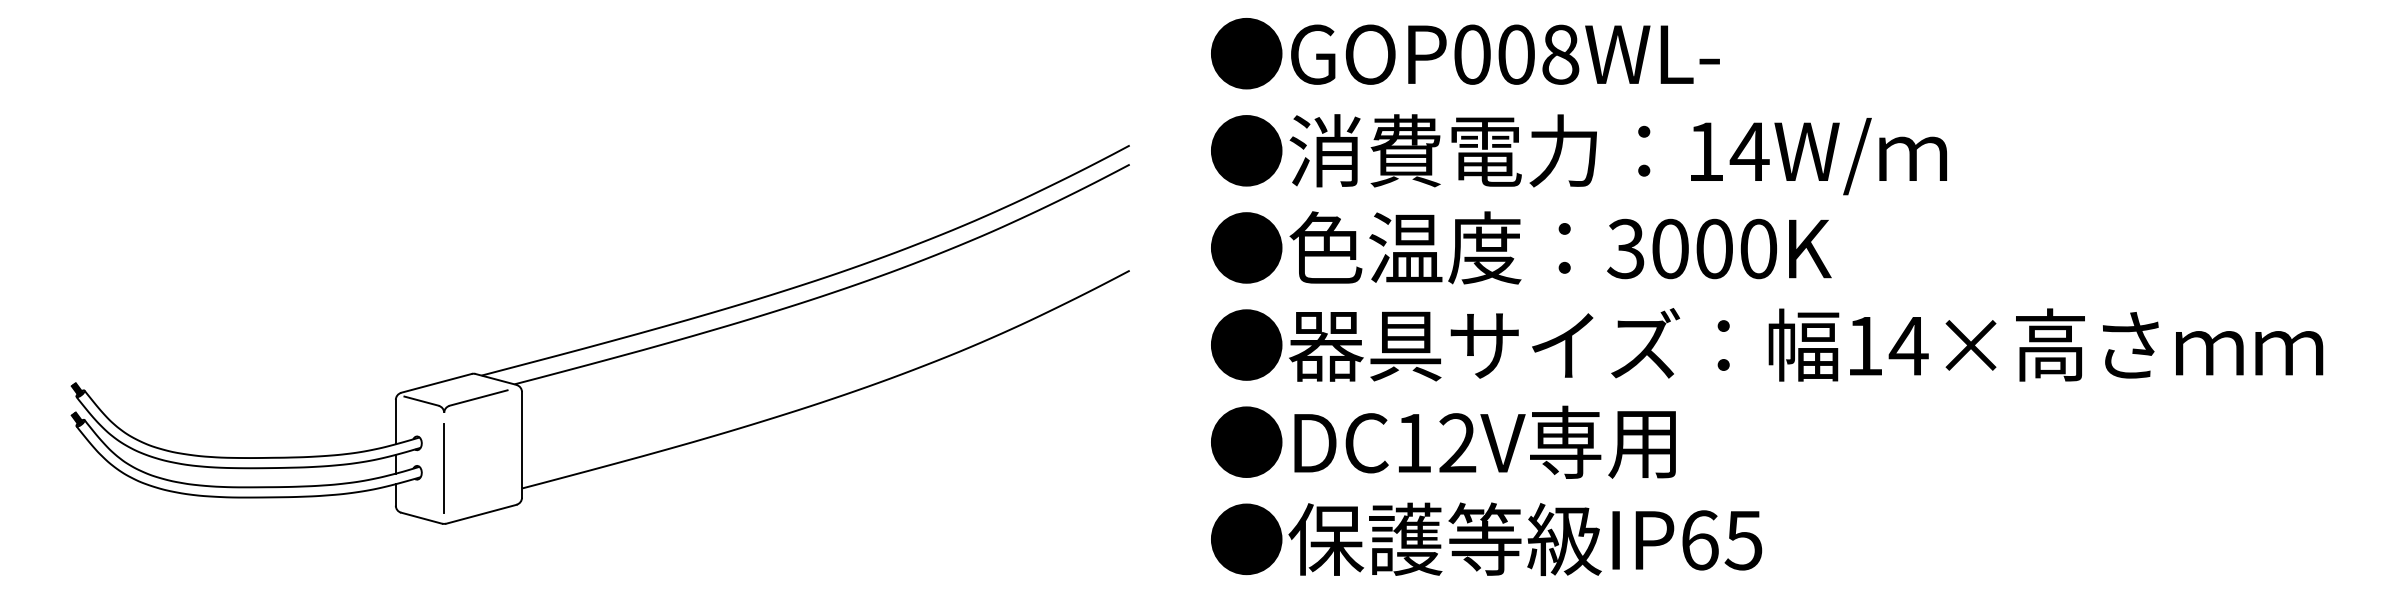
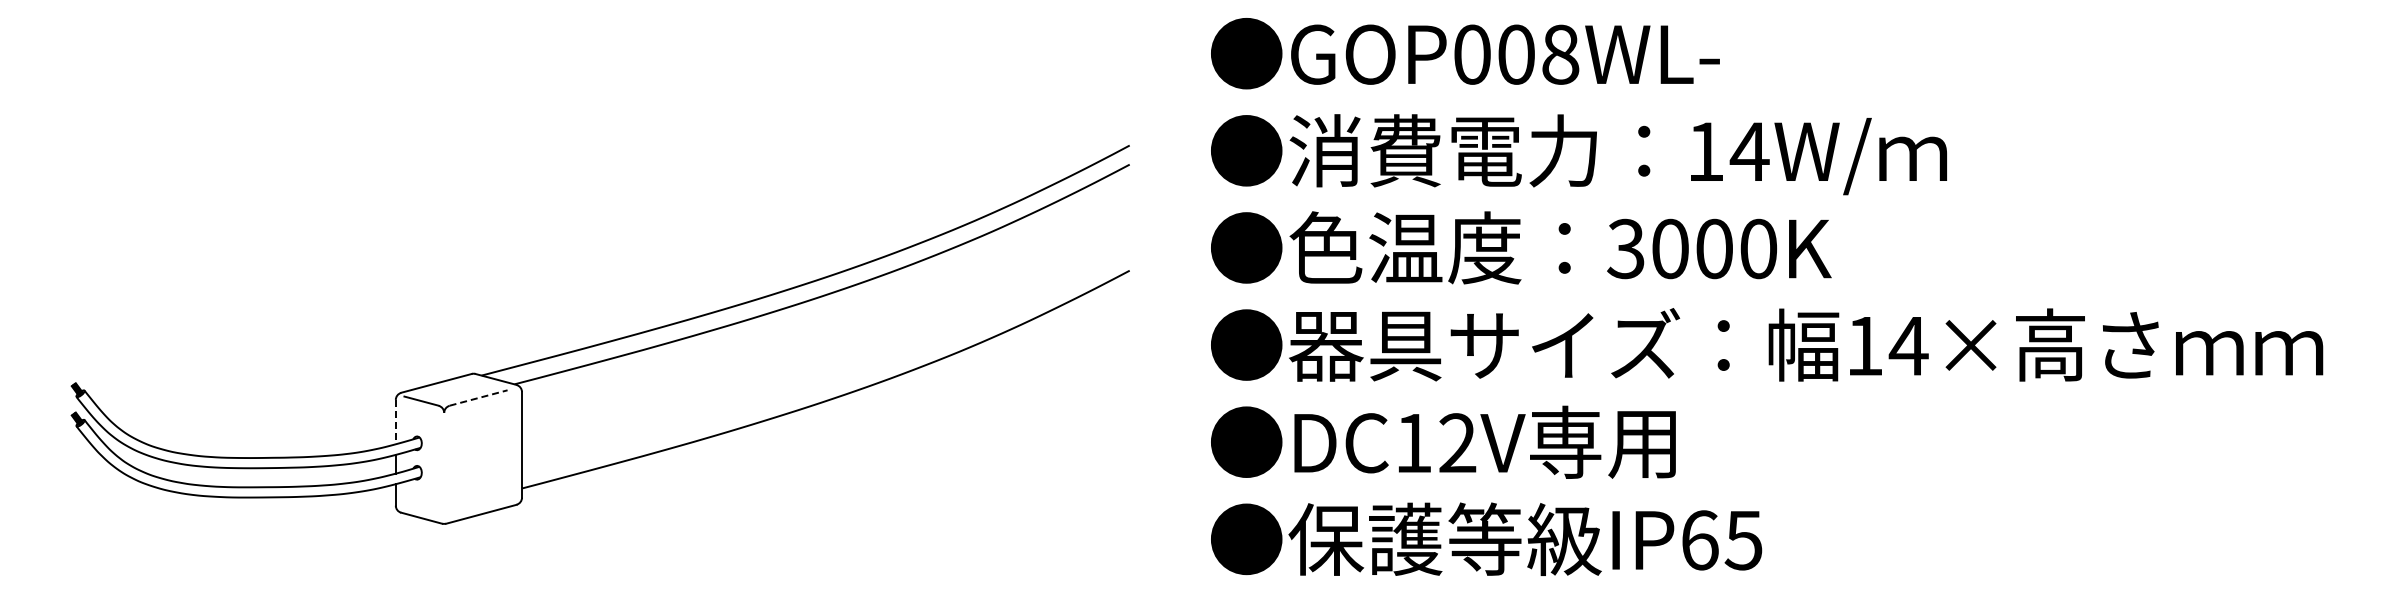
line at (479, 397): solid -> dashed
line at (395, 422): solid -> dashed
line at (443, 468): present -> none
